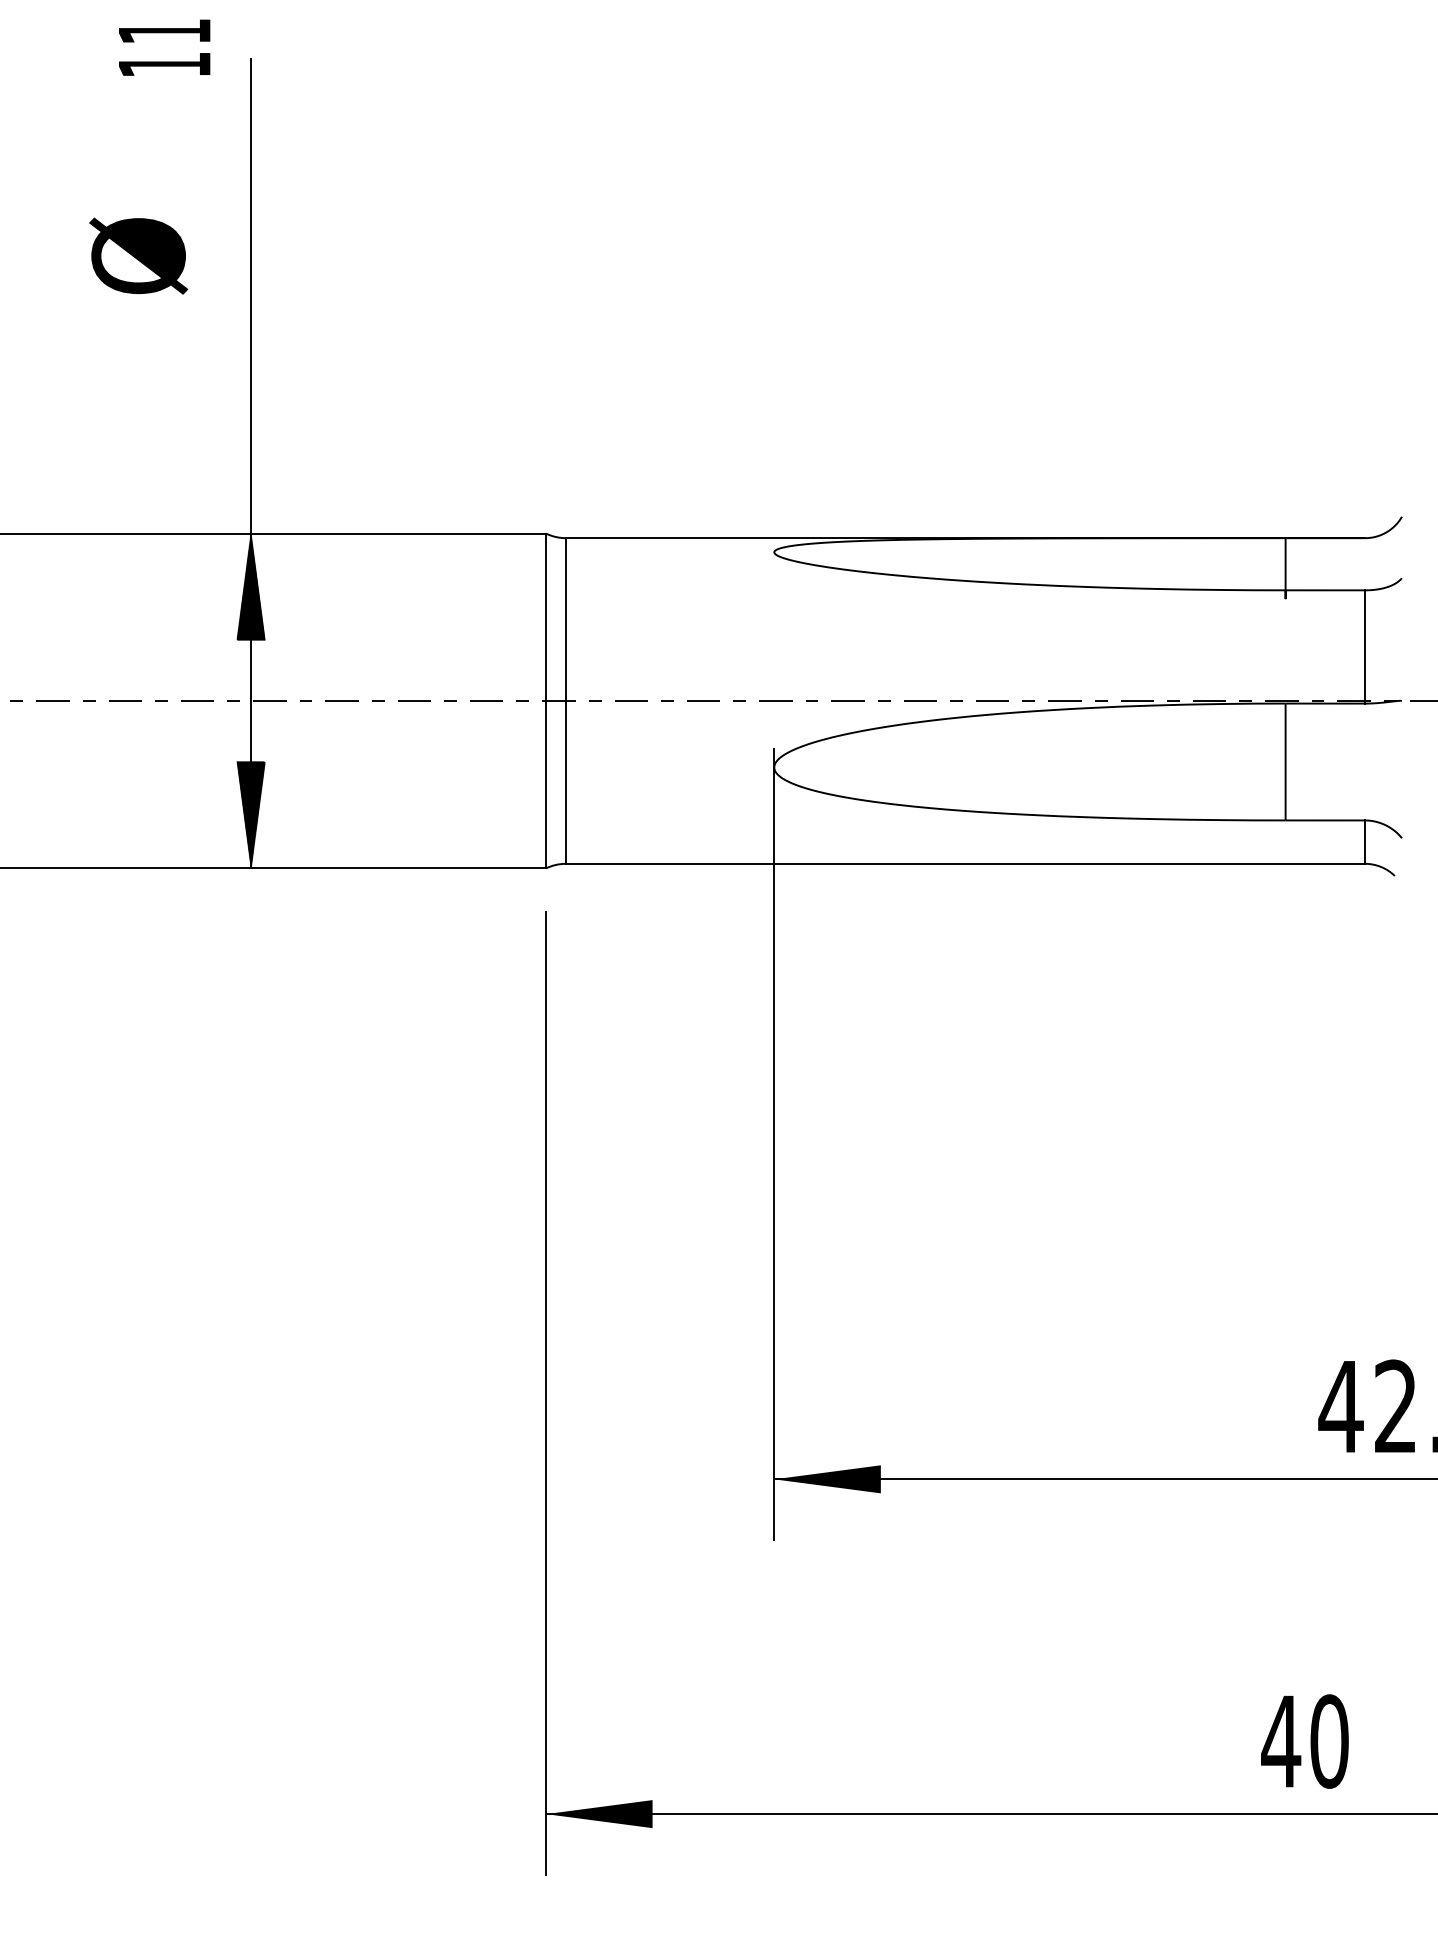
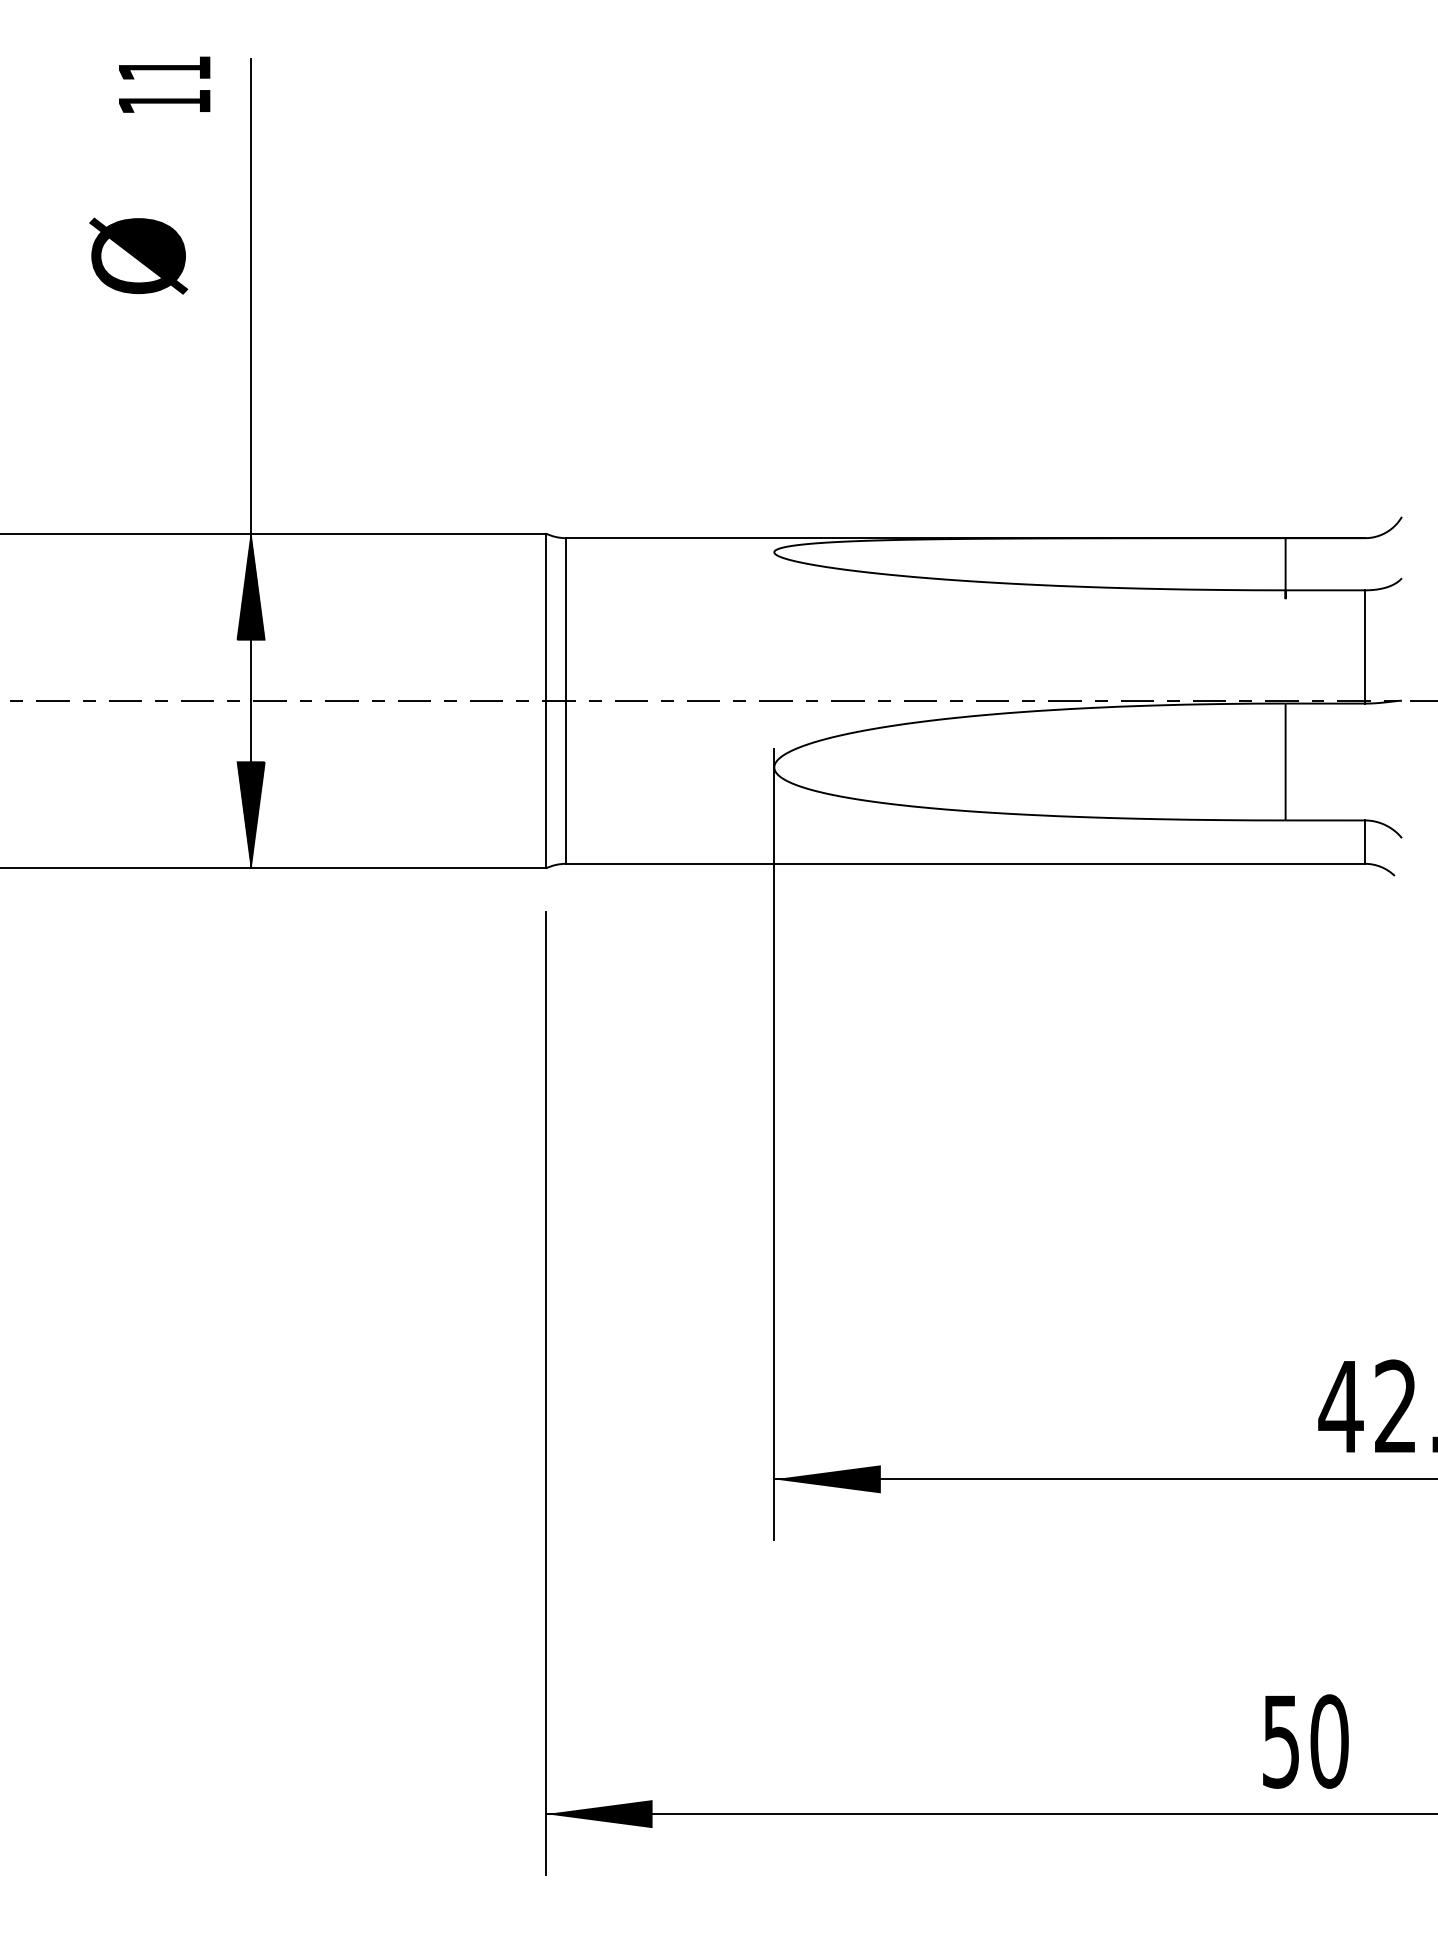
text at (164, 47) position: (164, 47) -> (164, 84)
text at (1281, 1741): 40 -> 50
